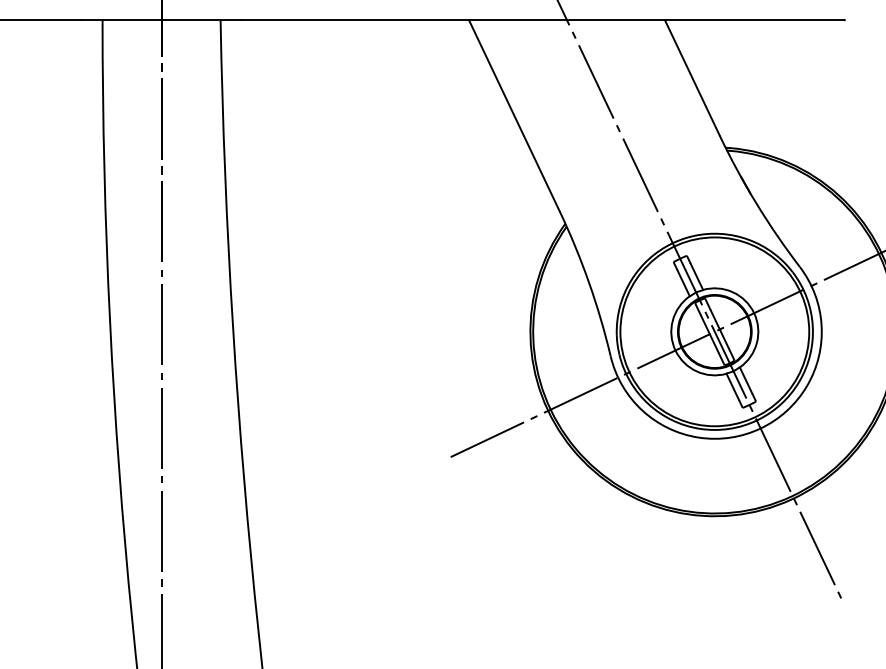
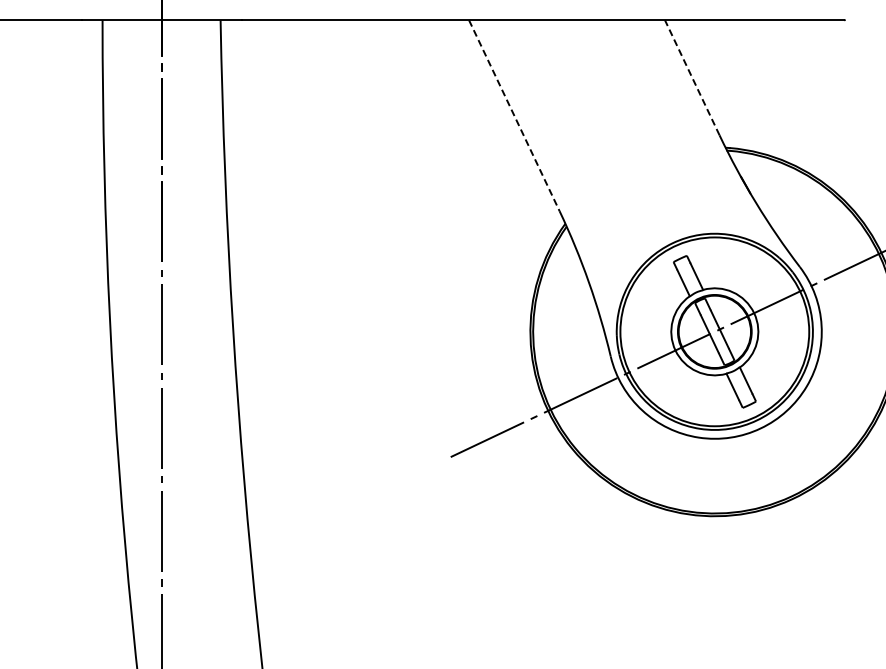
line at (692, 77): solid -> dashed
line at (514, 115): solid -> dashed
line at (699, 300): present -> none
